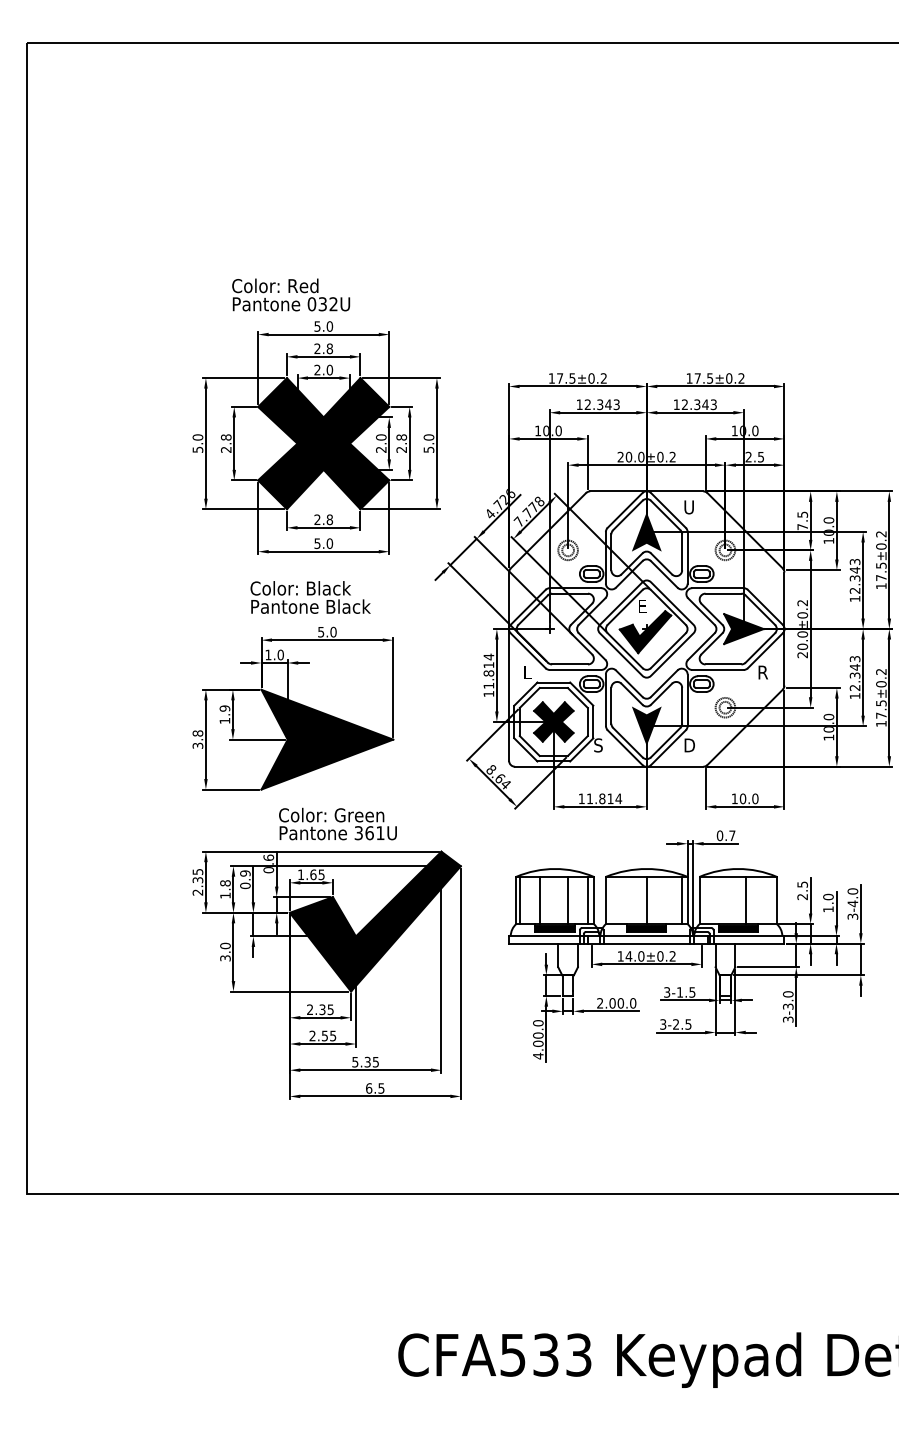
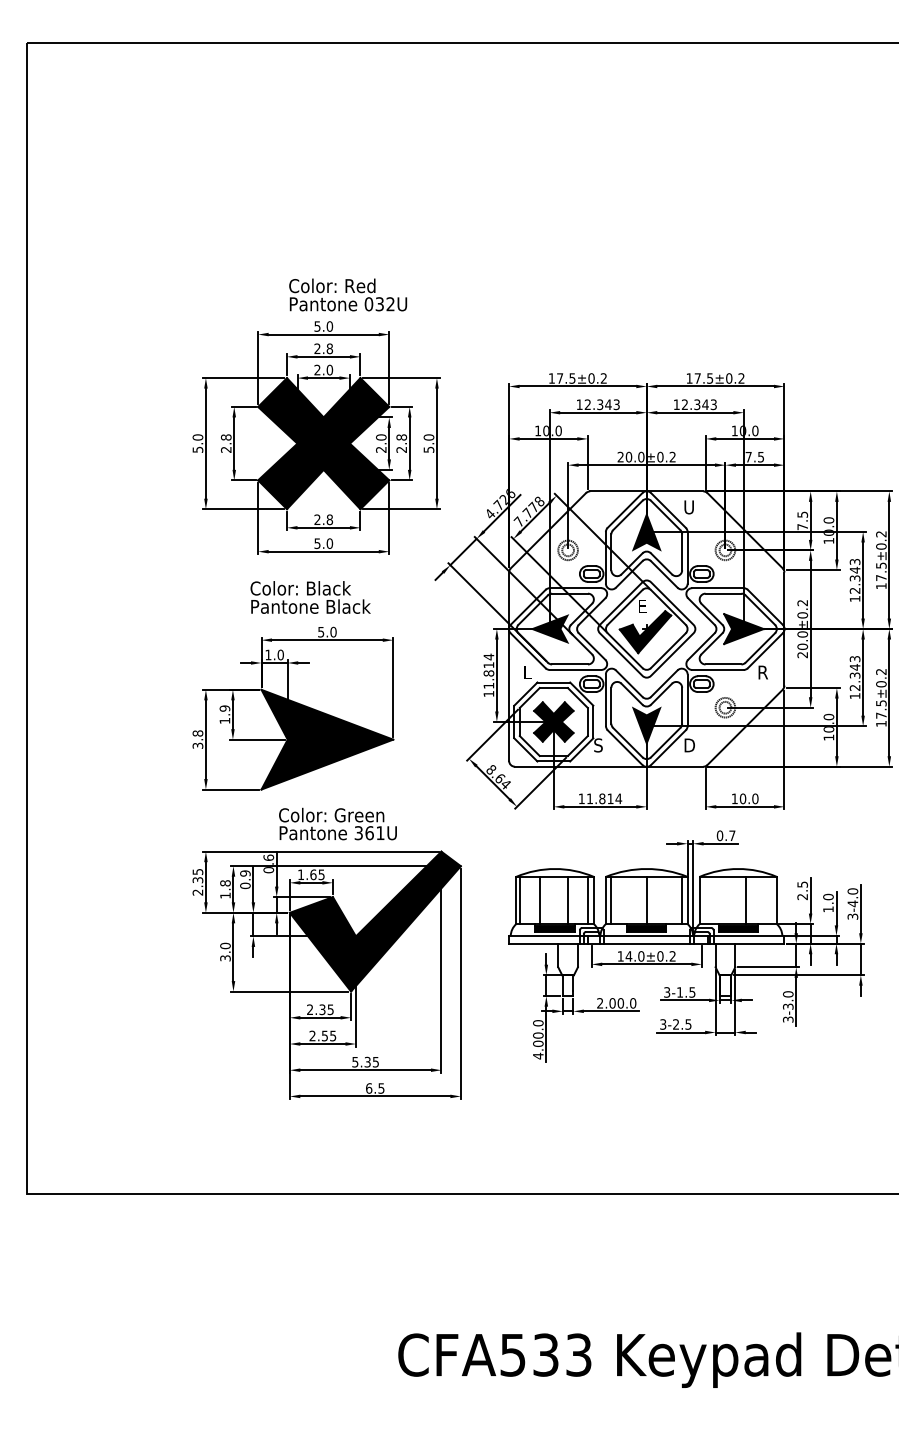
text at (291, 294) position: (291, 294) -> (348, 294)
text at (748, 456): 2.5 -> 7.5
fill at (549, 629): none -> present
line at (611, 900): none -> present
